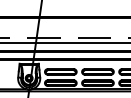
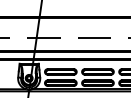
line at (64, 43): present -> none
